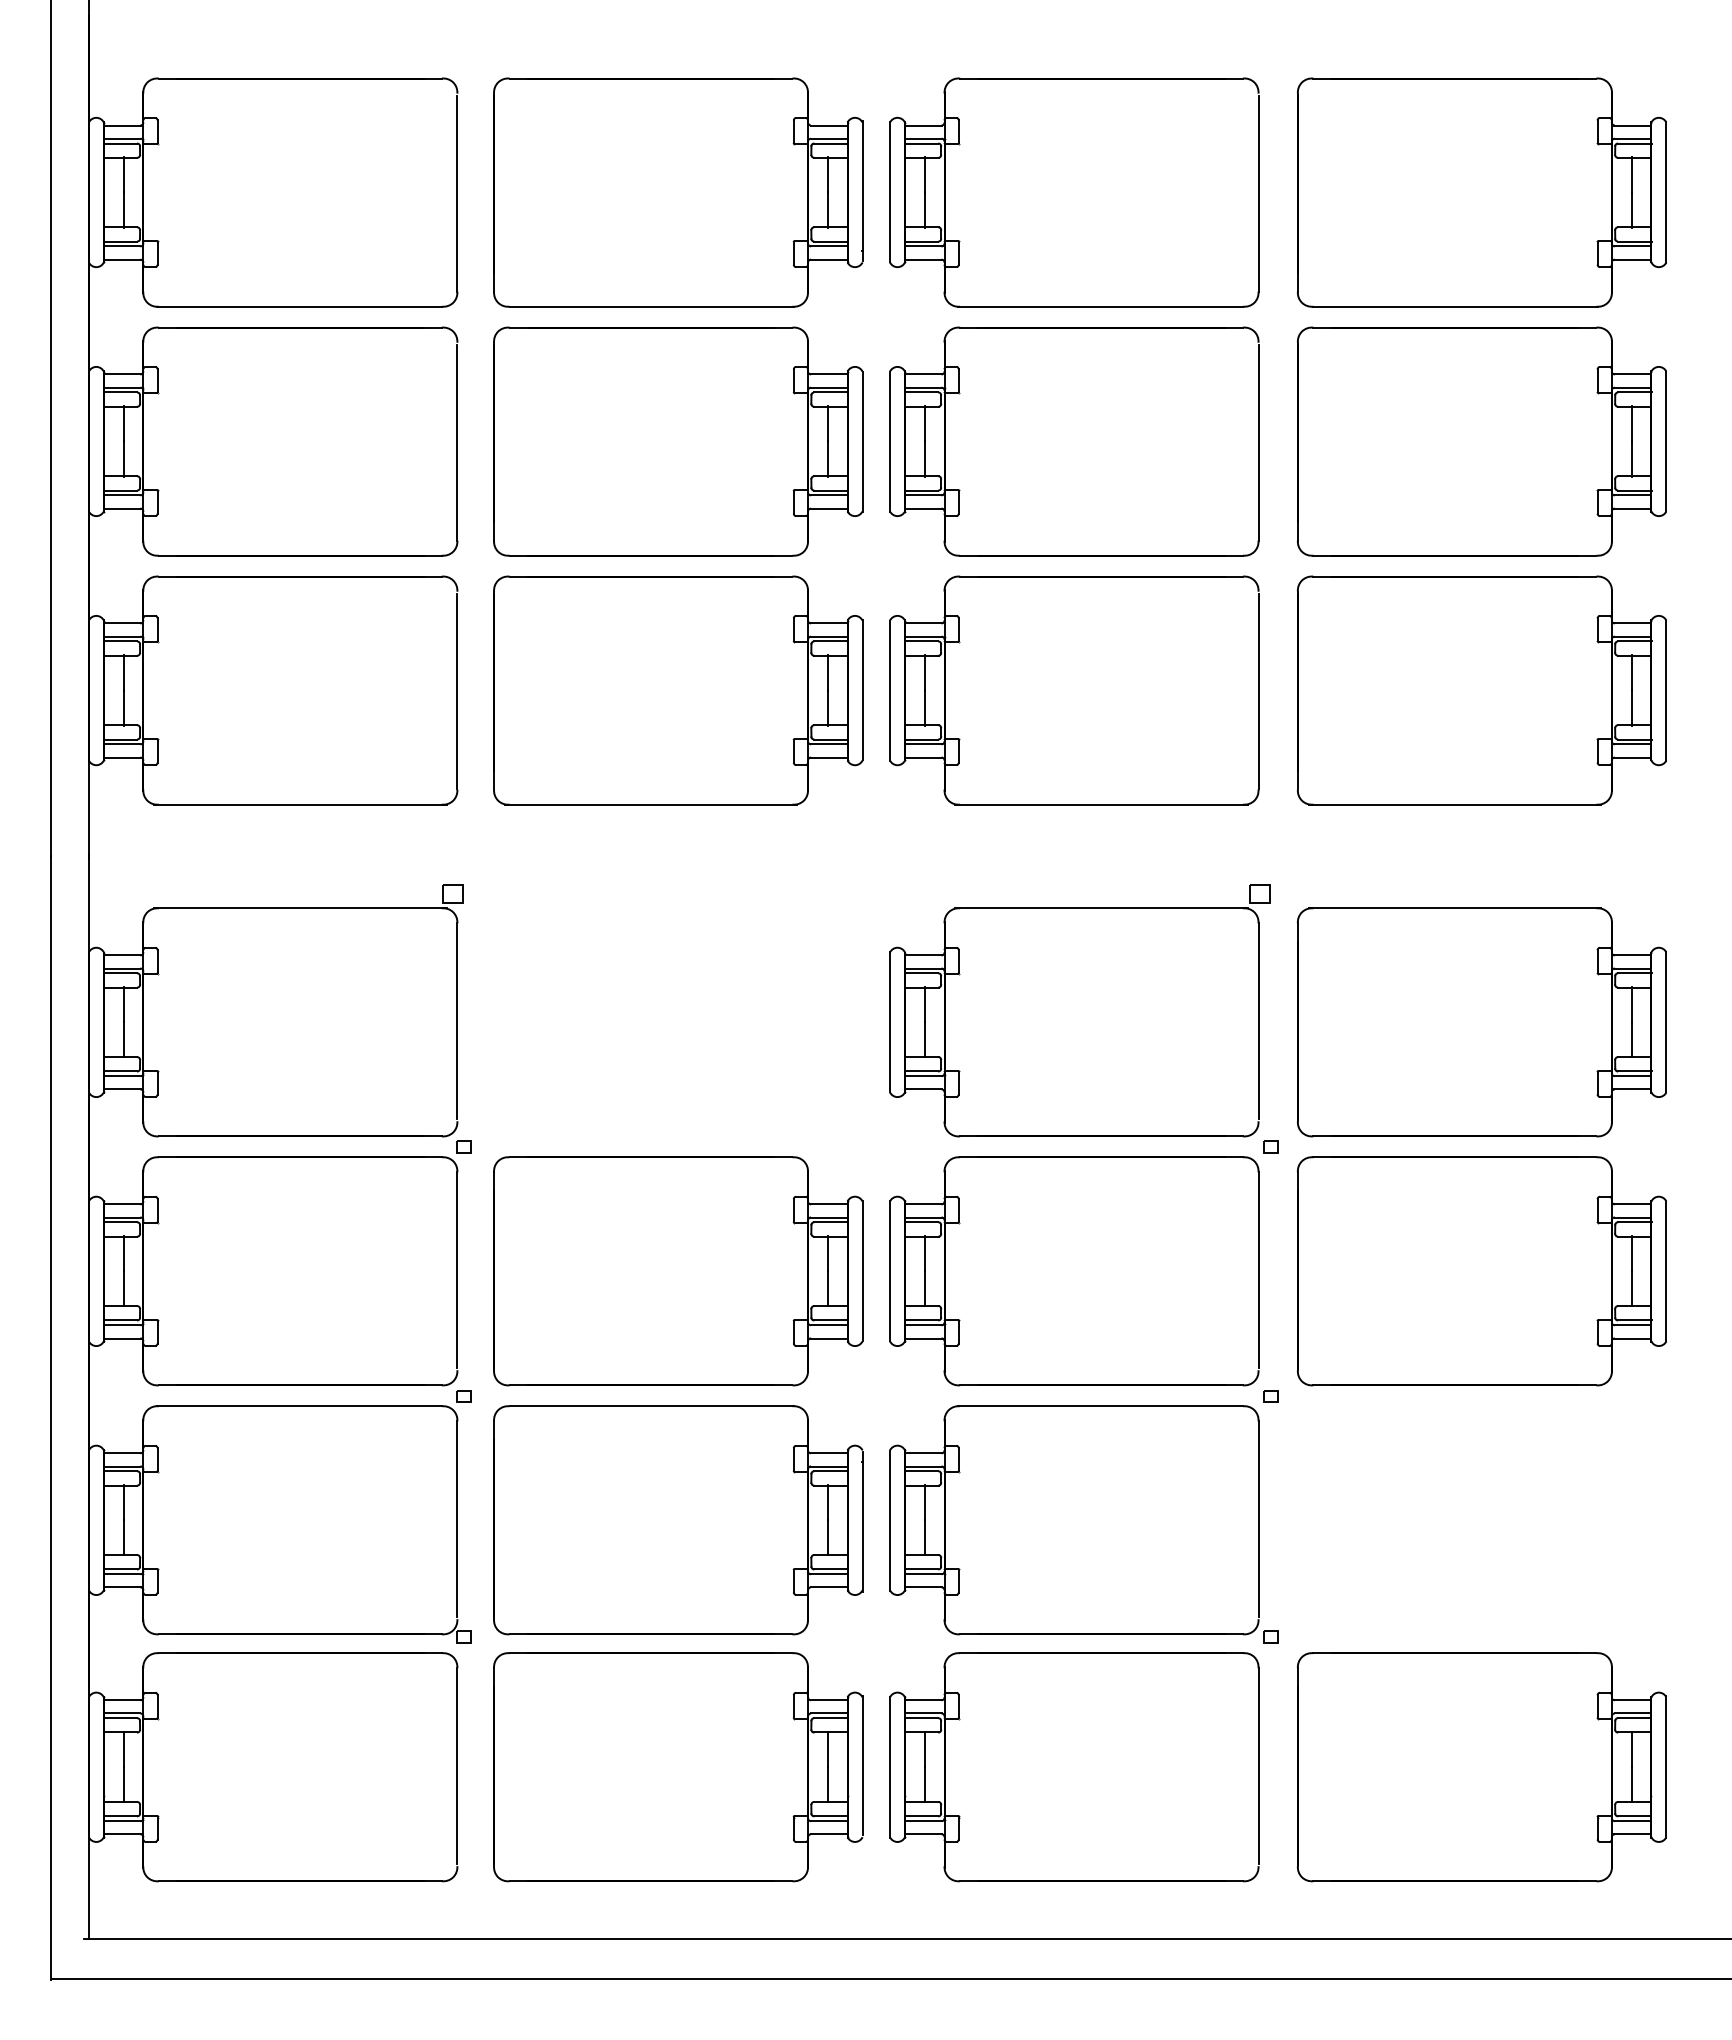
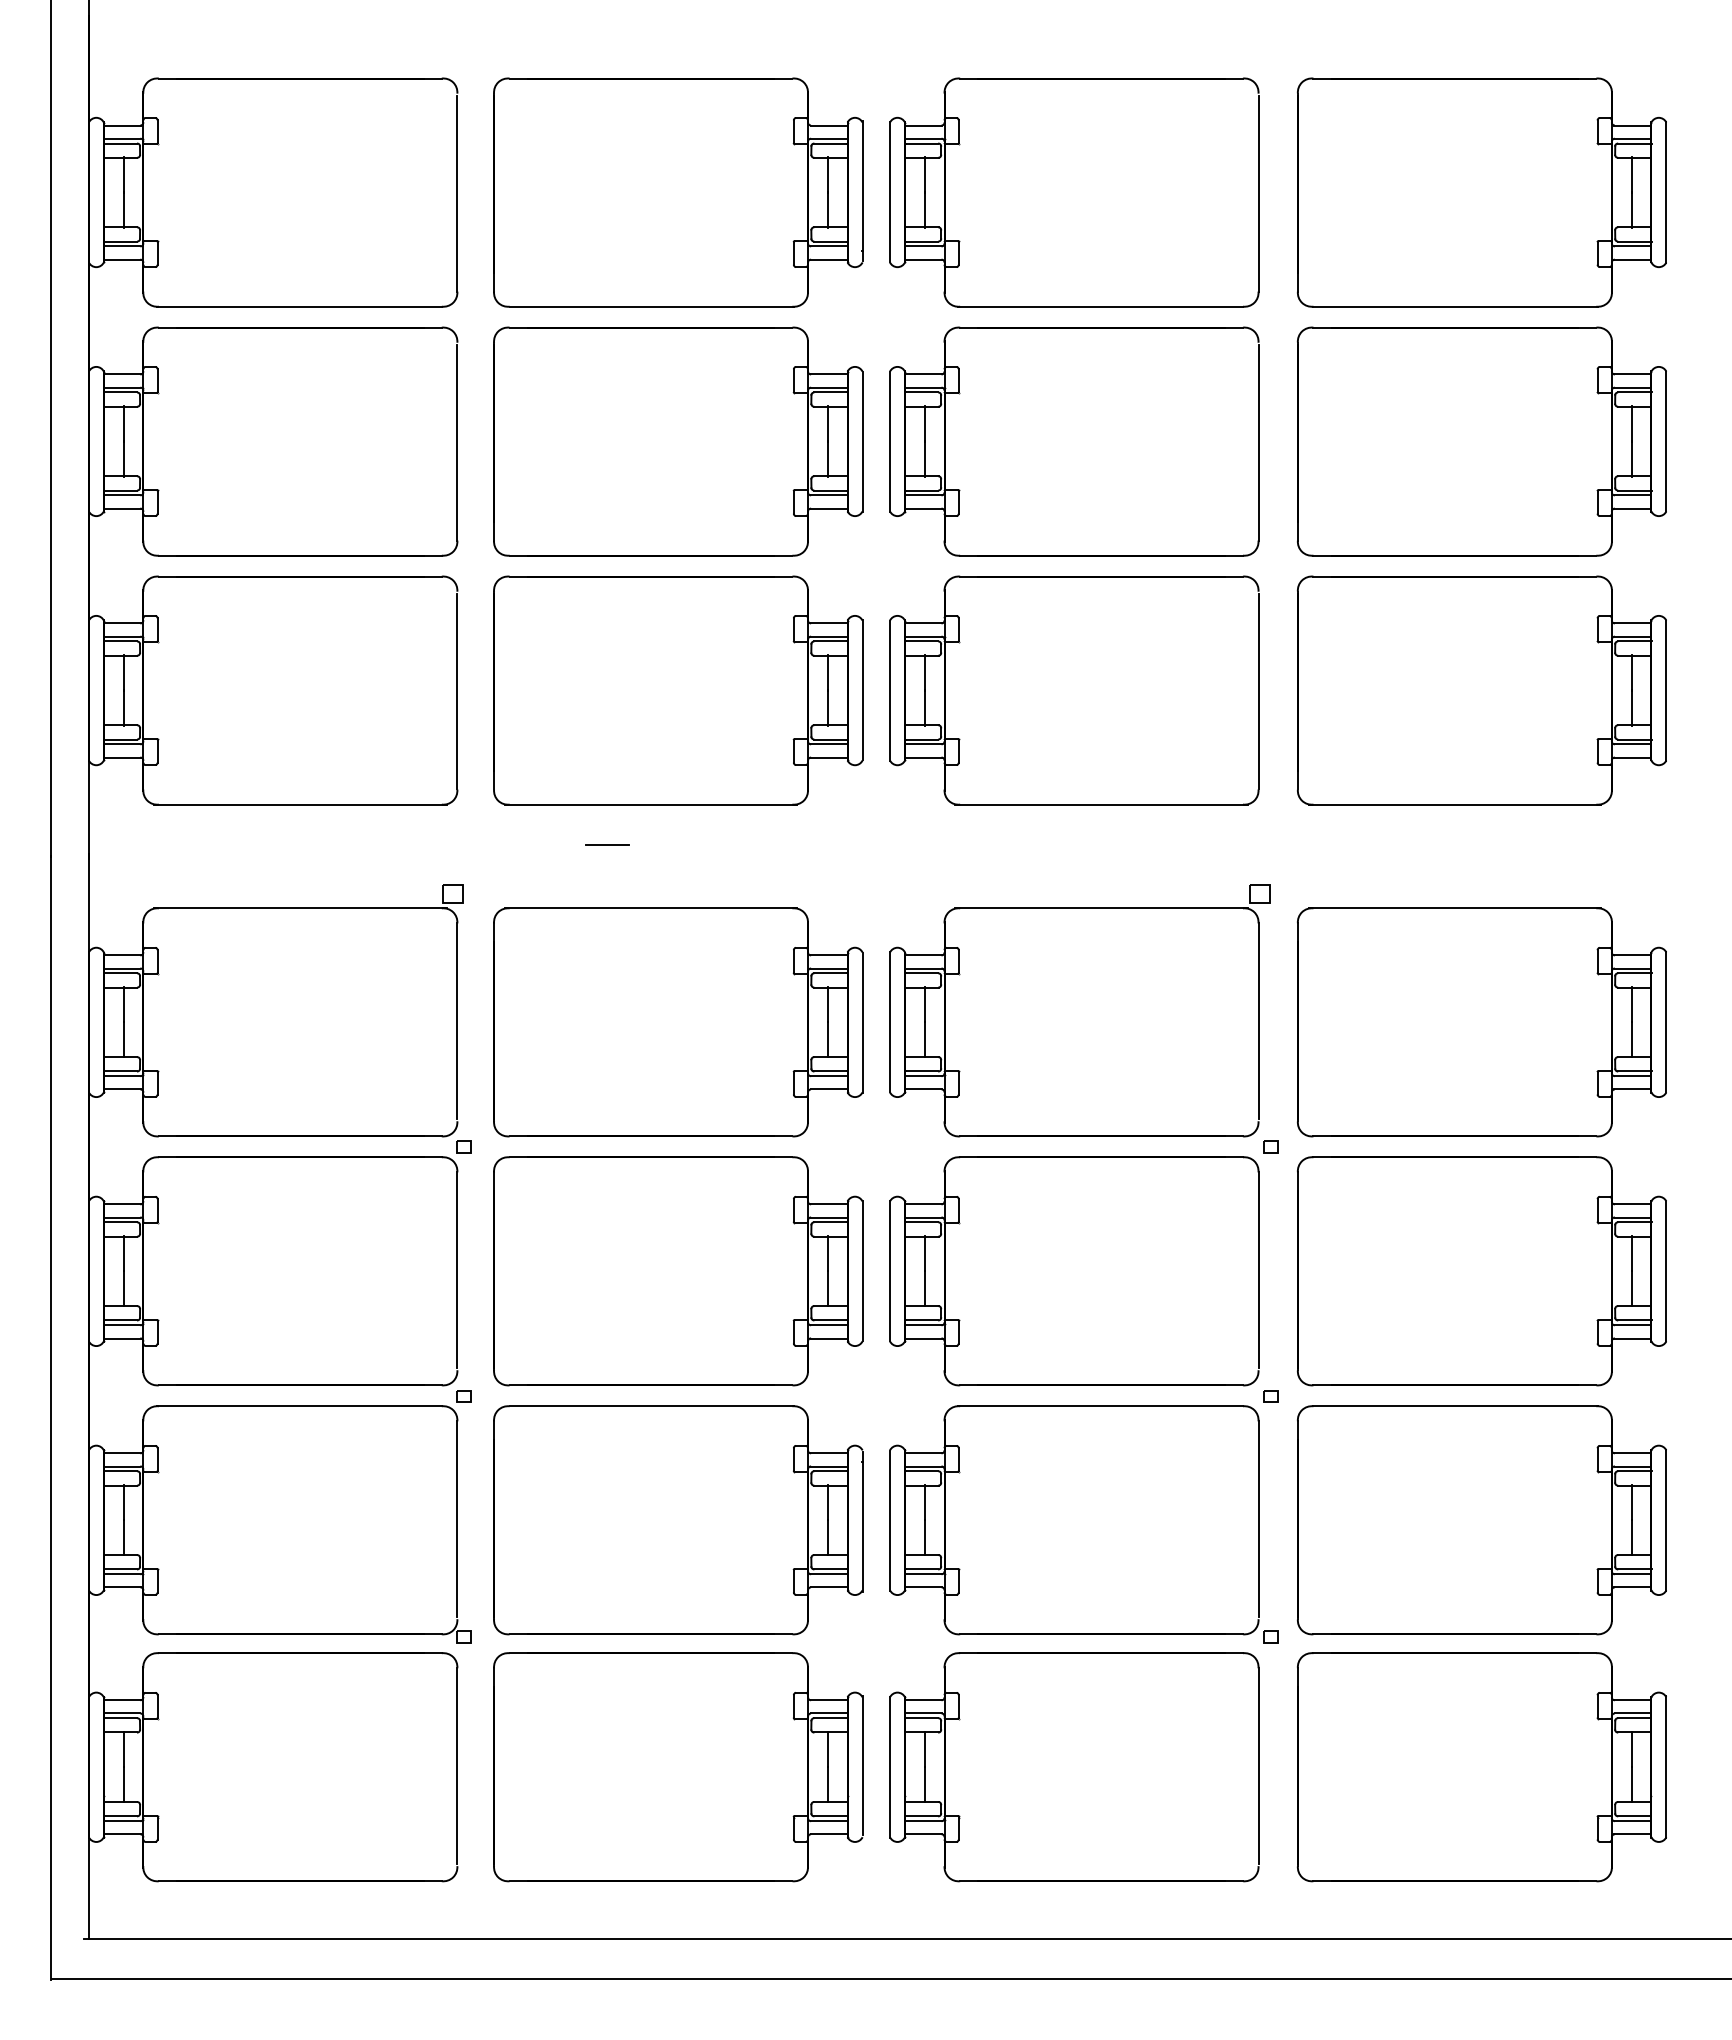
line at (607, 844): none -> present
part at (678, 1022): none -> present
part at (1481, 1520): none -> present
